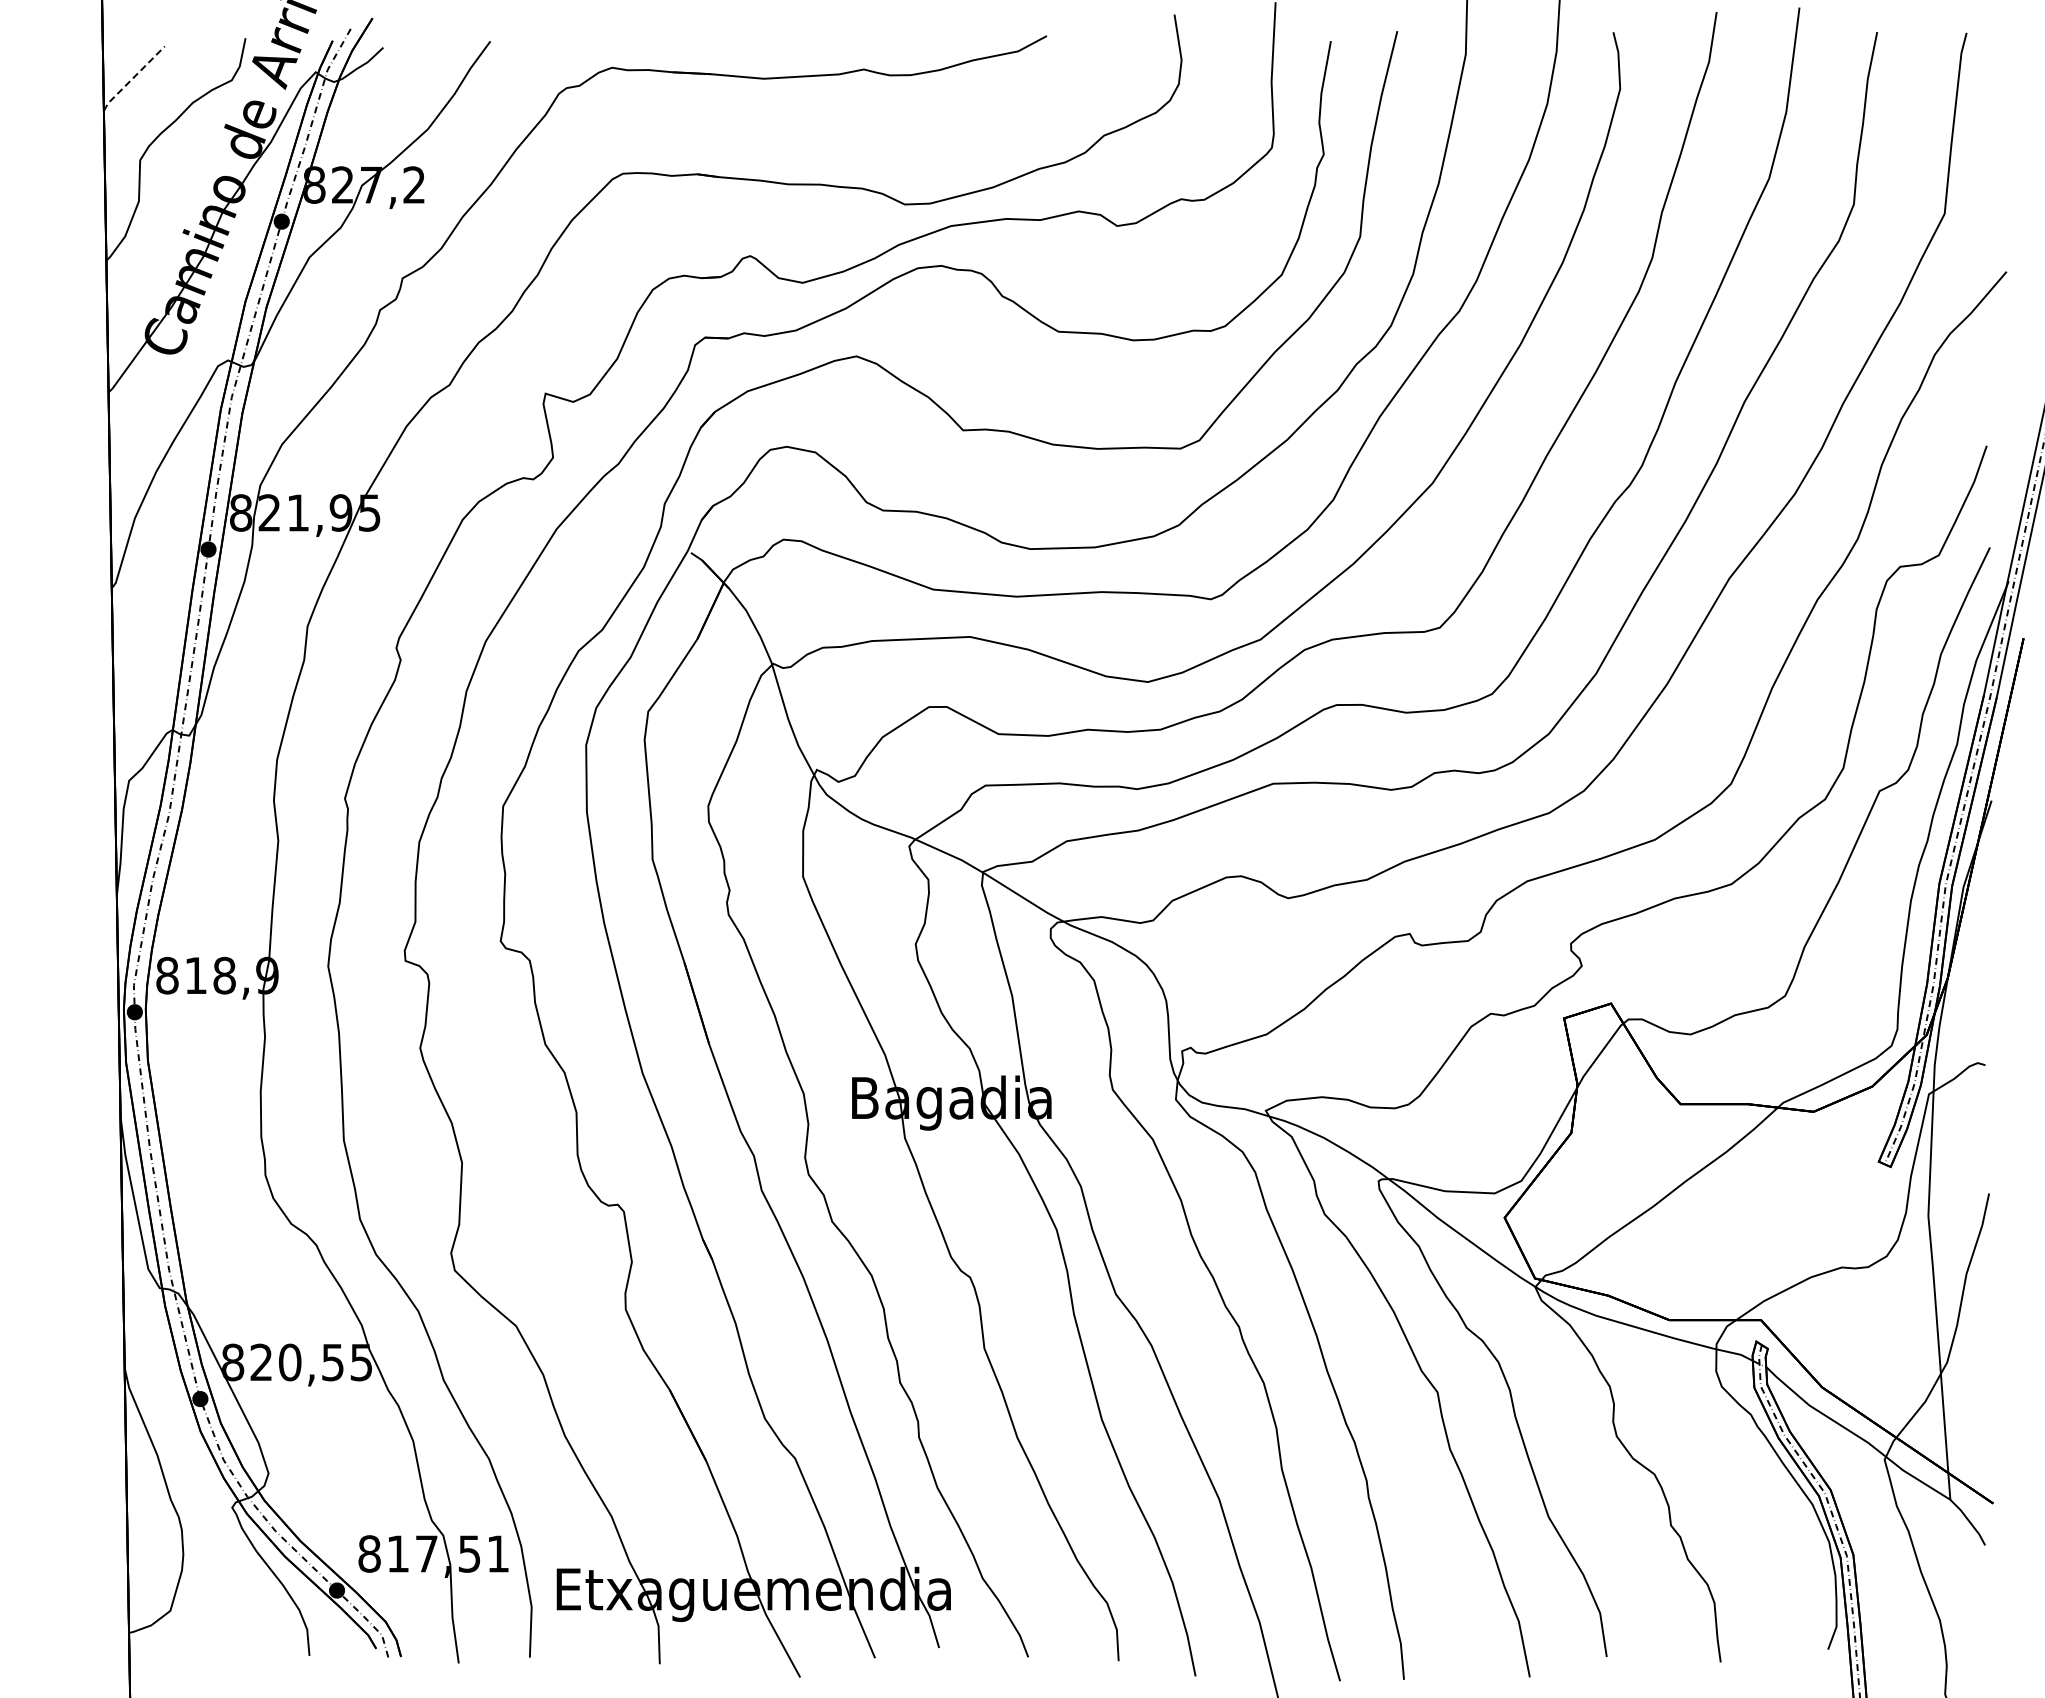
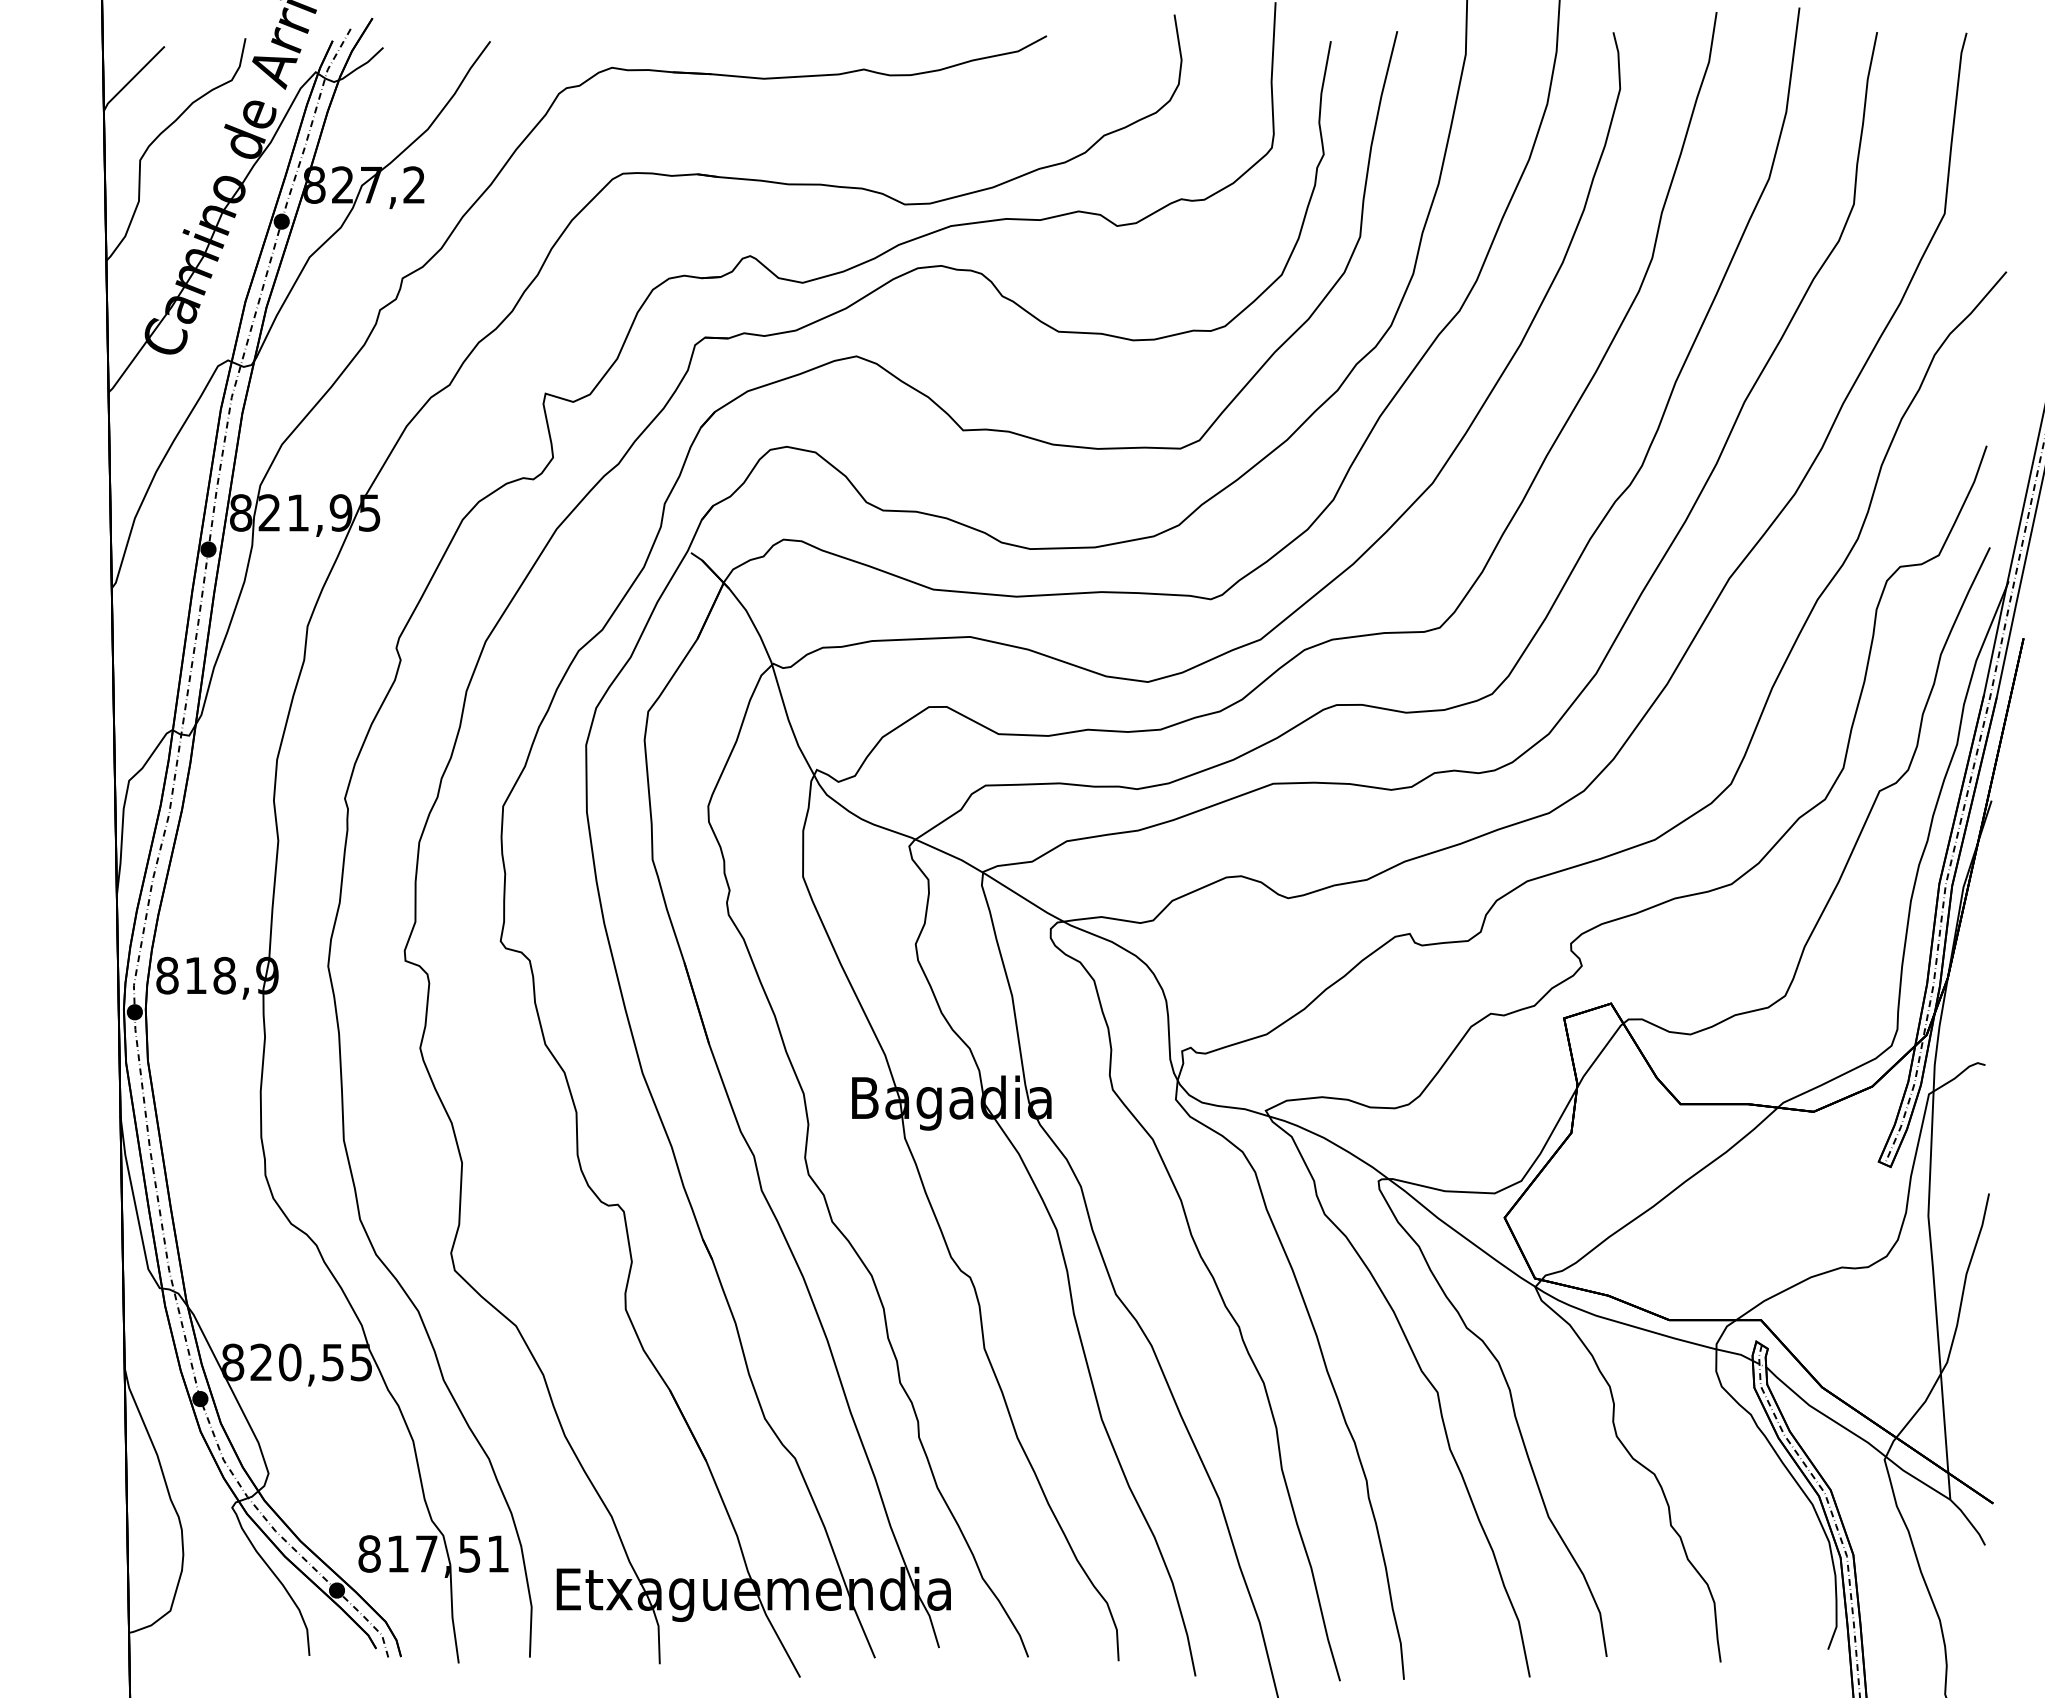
line at (133, 78): dashed -> solid
